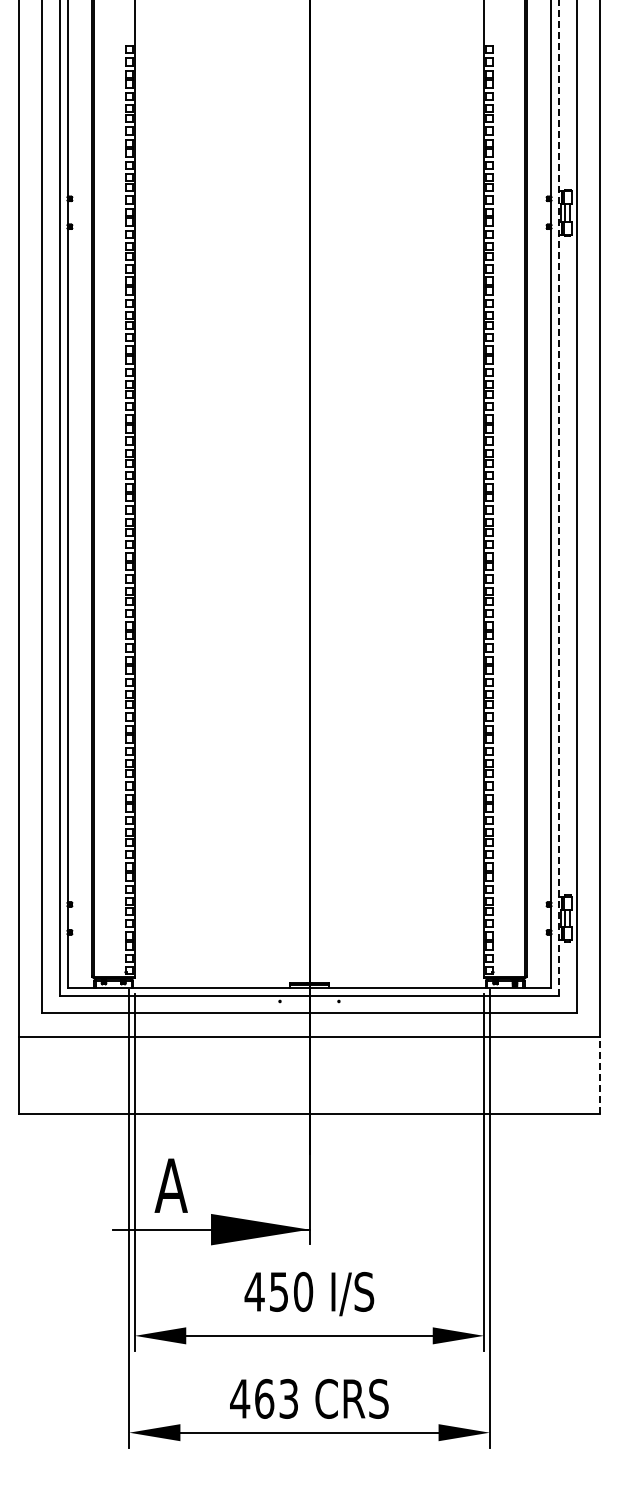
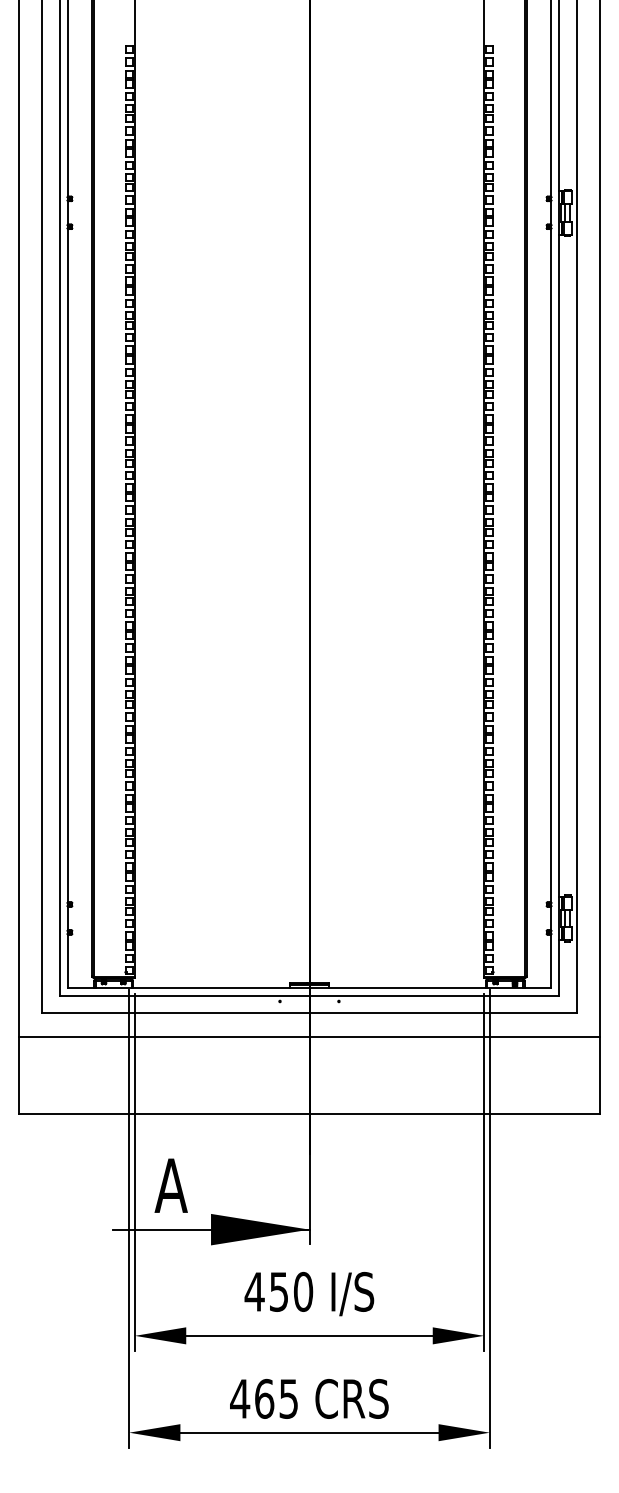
line at (559, 497): dashed -> solid
line at (600, 1075): dashed -> solid
text at (288, 1398): 463 -> 465
